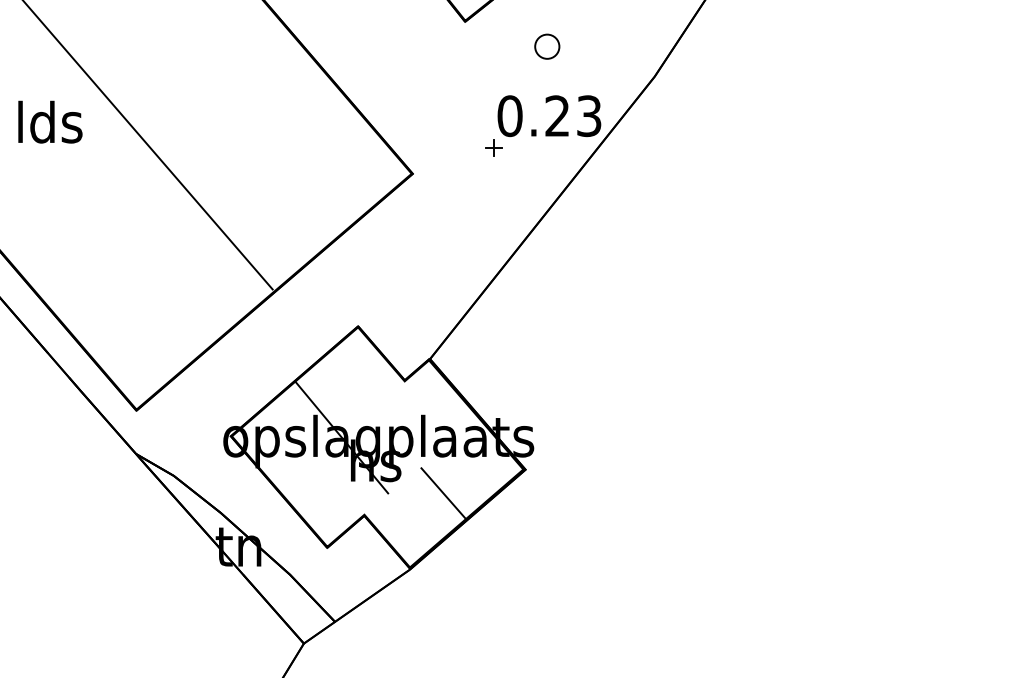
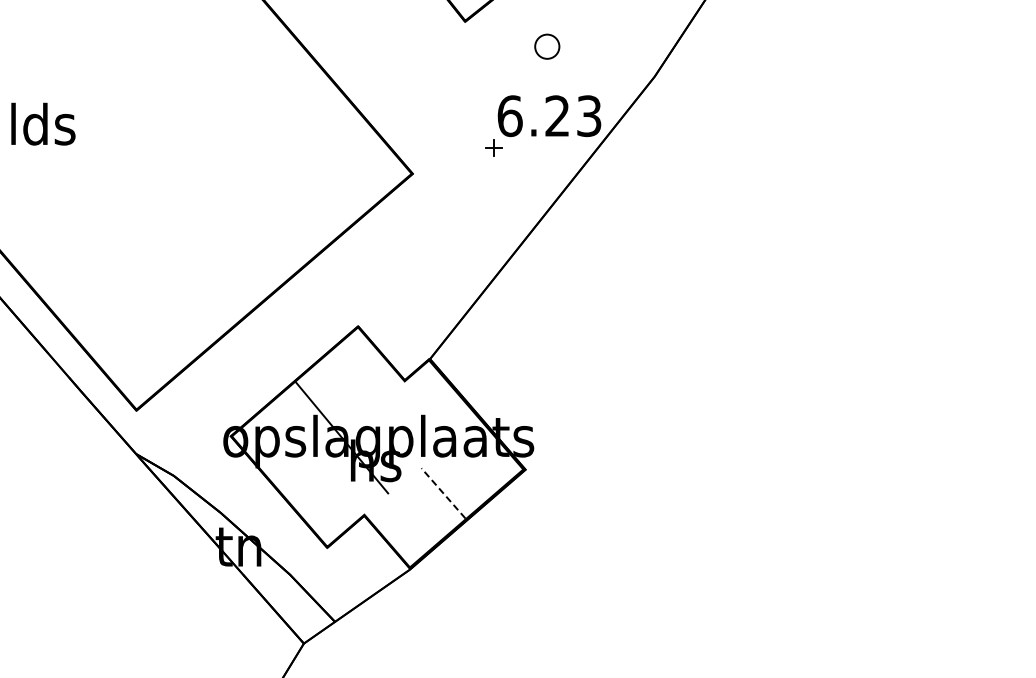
text at (509, 115): 0.23 -> 6.23
text at (50, 121) position: (50, 121) -> (43, 123)
line at (148, 145): present -> none
line at (443, 493): solid -> dashed
